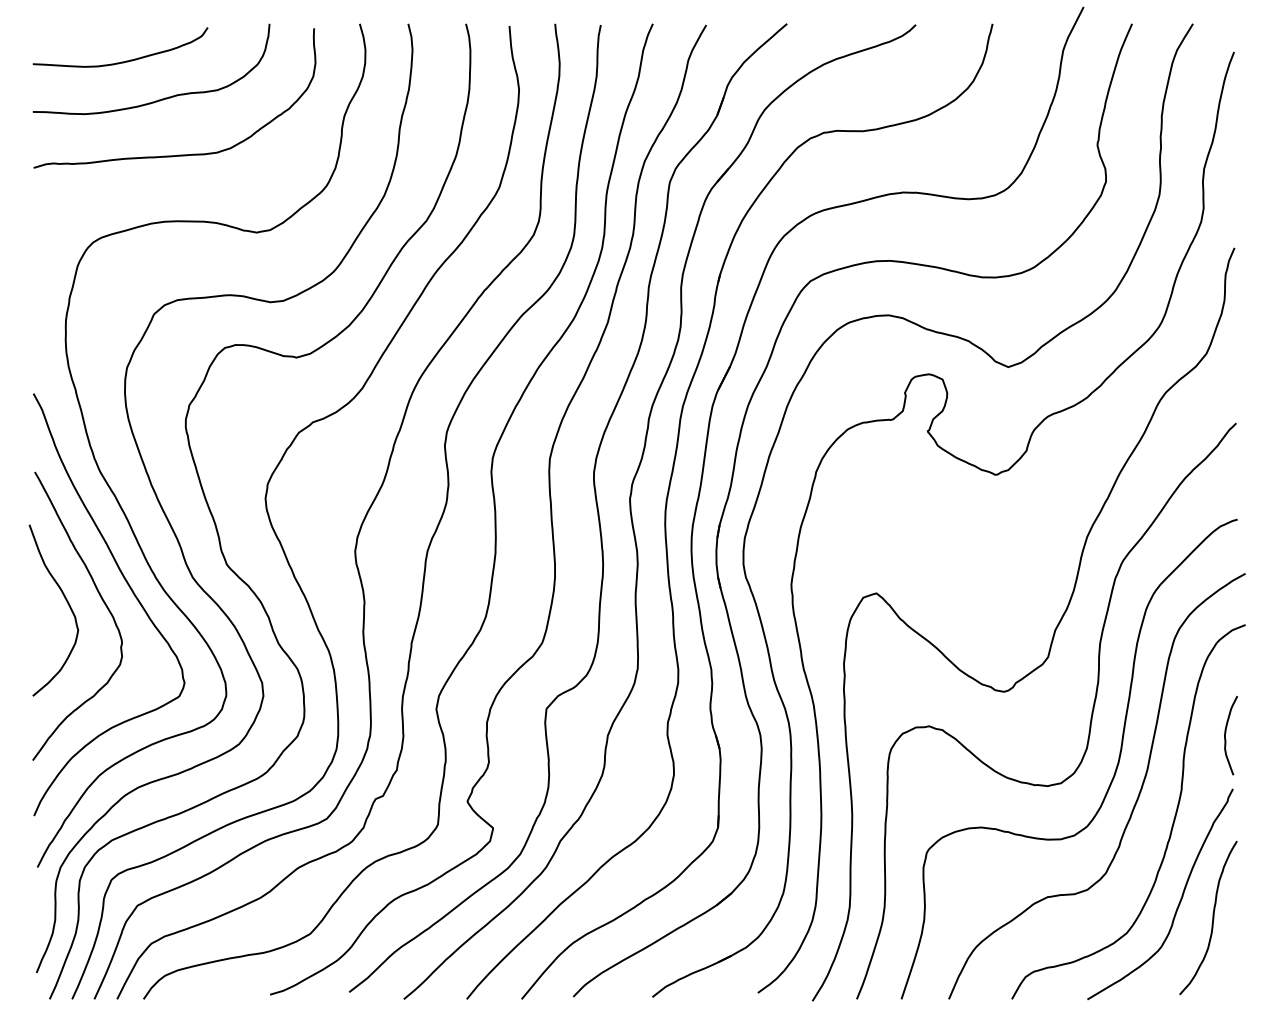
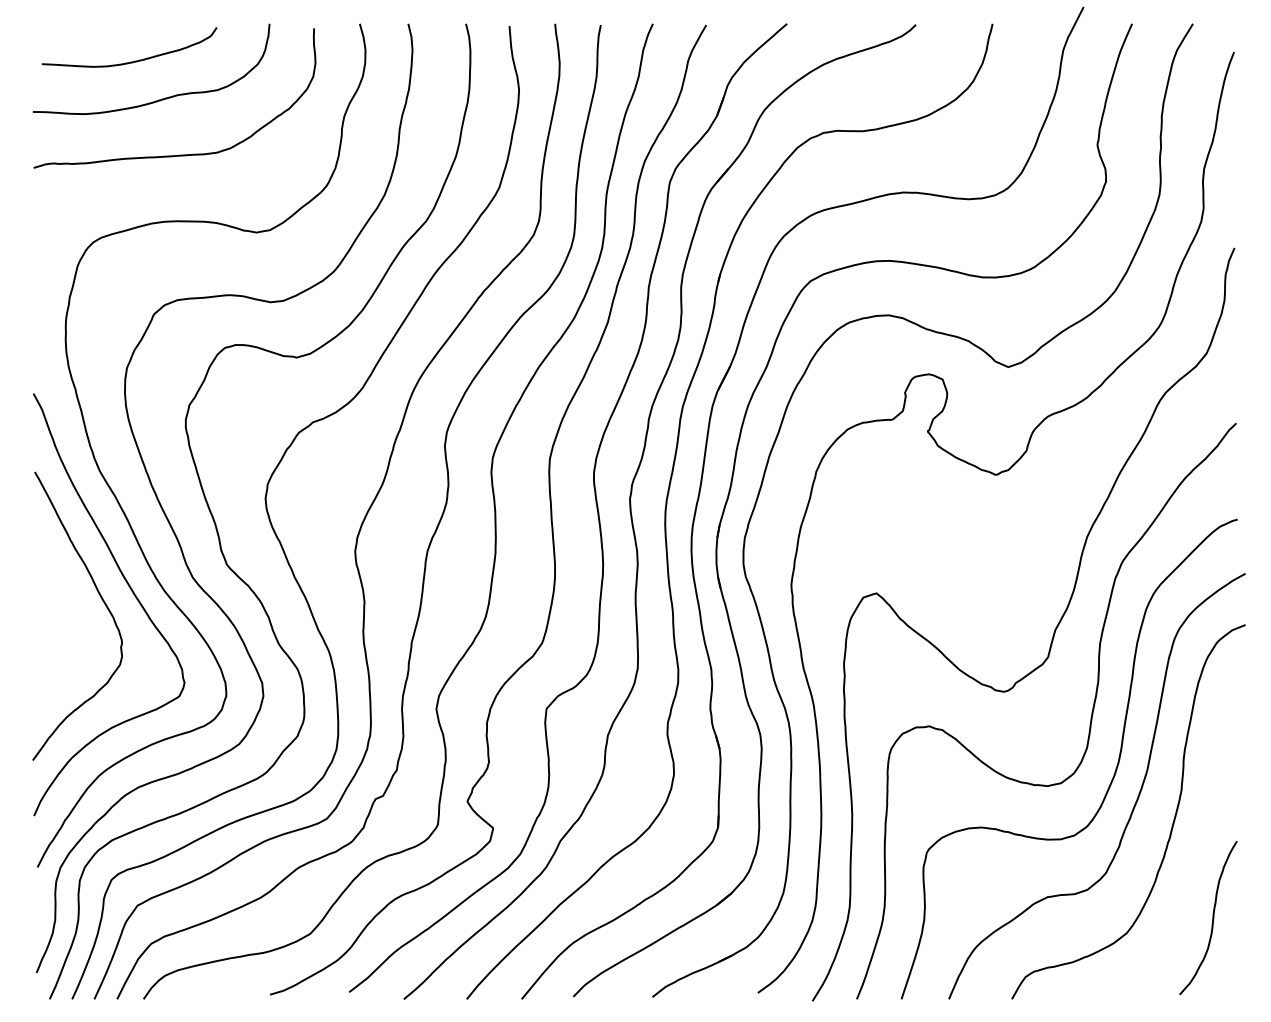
curve at (121, 61) position: (121, 61) -> (130, 61)
curve at (66, 602): present -> none
curve at (1226, 733): present -> none
curve at (1179, 900): present -> none
